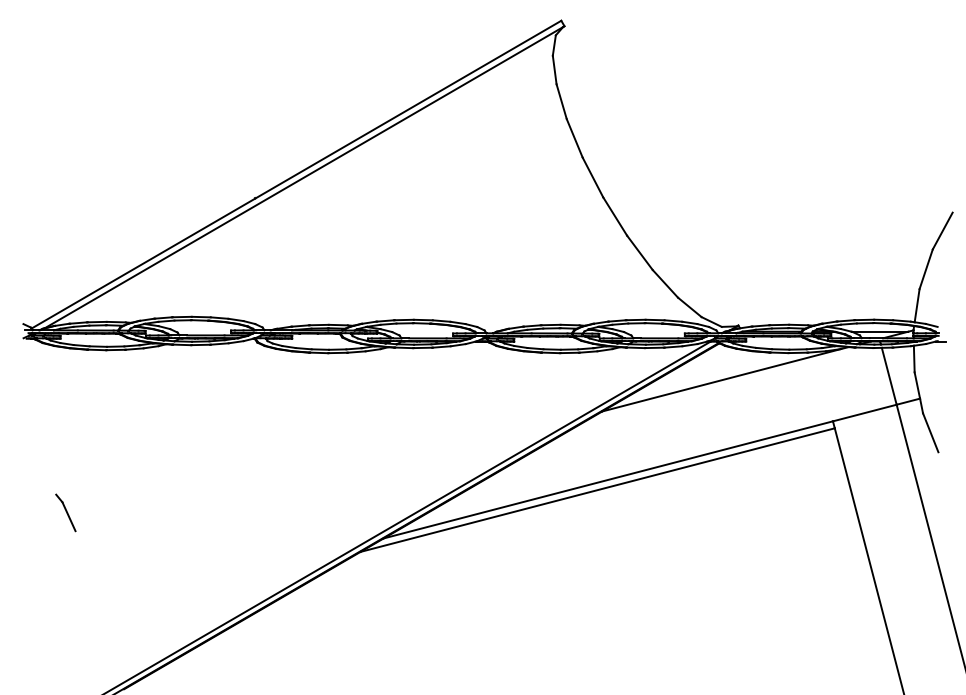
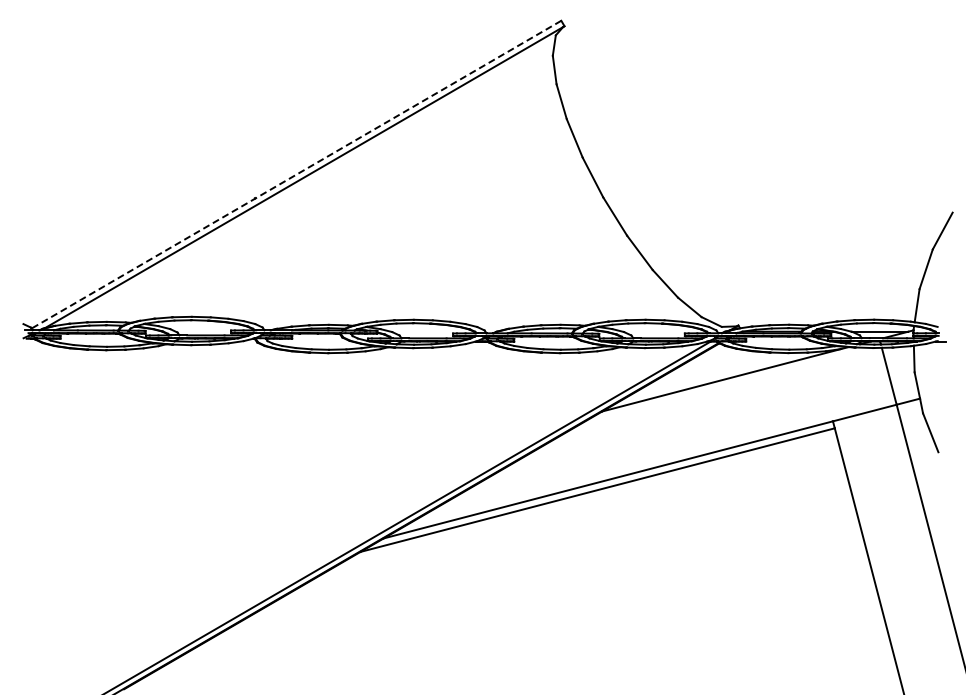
line at (296, 174): solid -> dashed
part at (65, 512): present -> none
